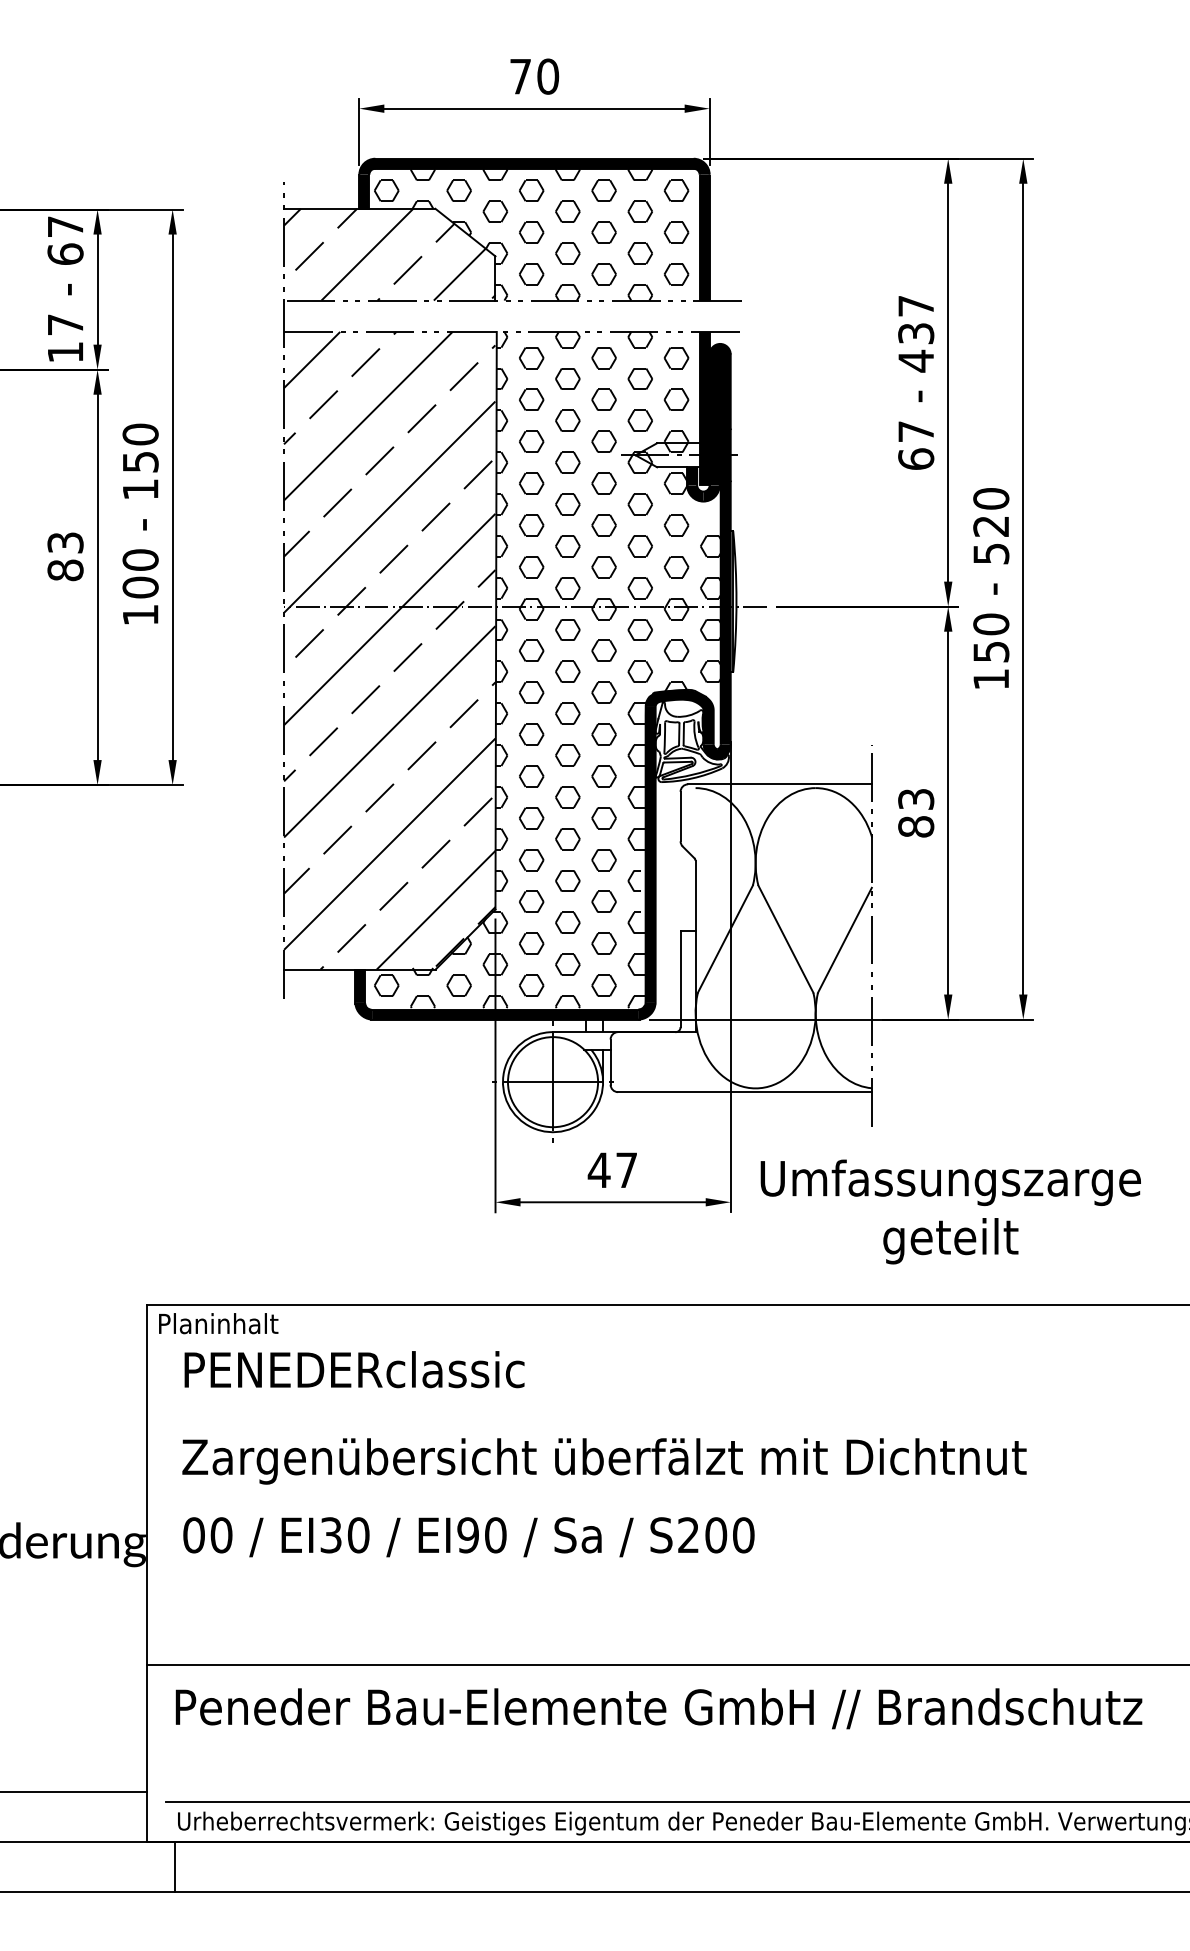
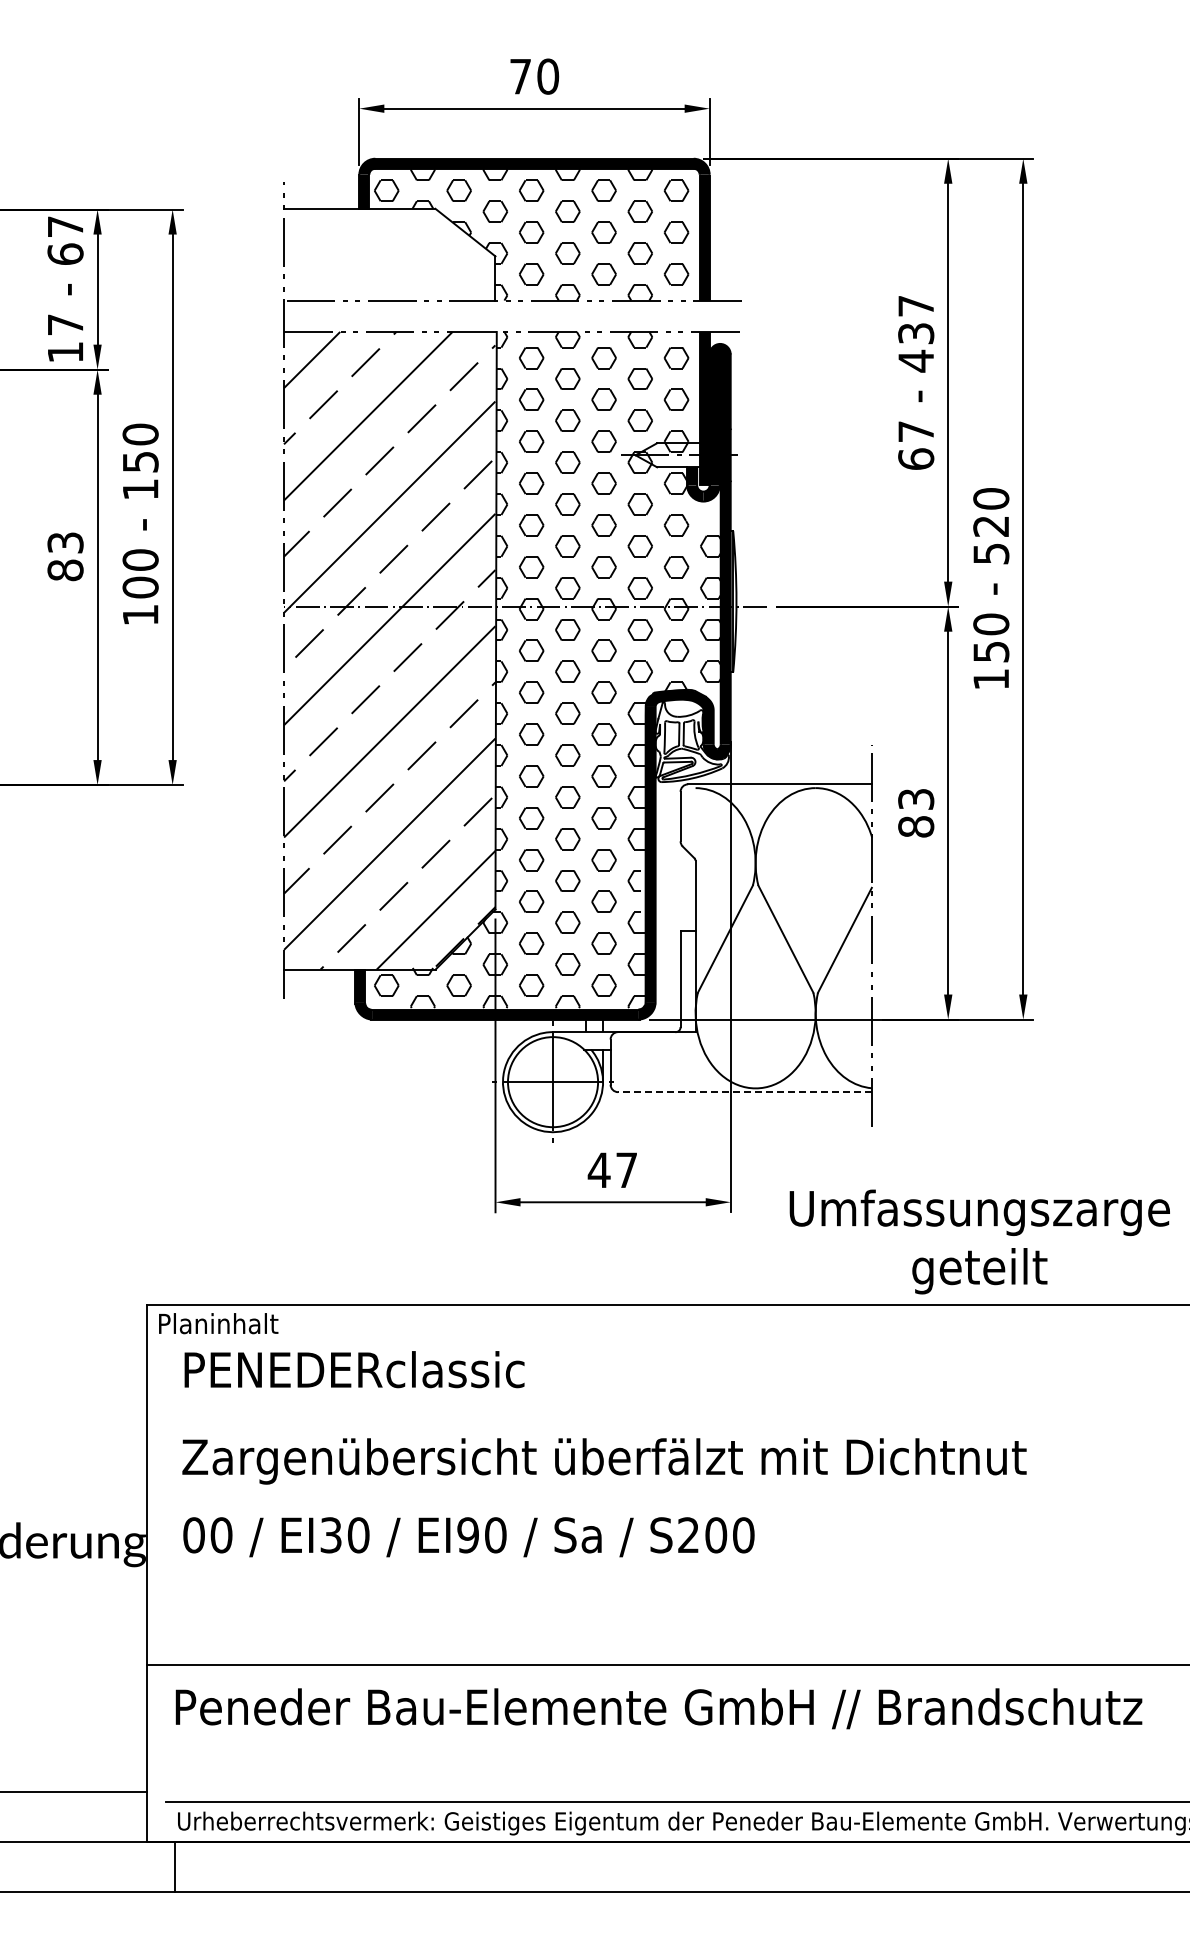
hatch at (389, 254): present -> none
line at (744, 1092): solid -> dashed
text at (950, 1211) position: (950, 1211) -> (979, 1241)
